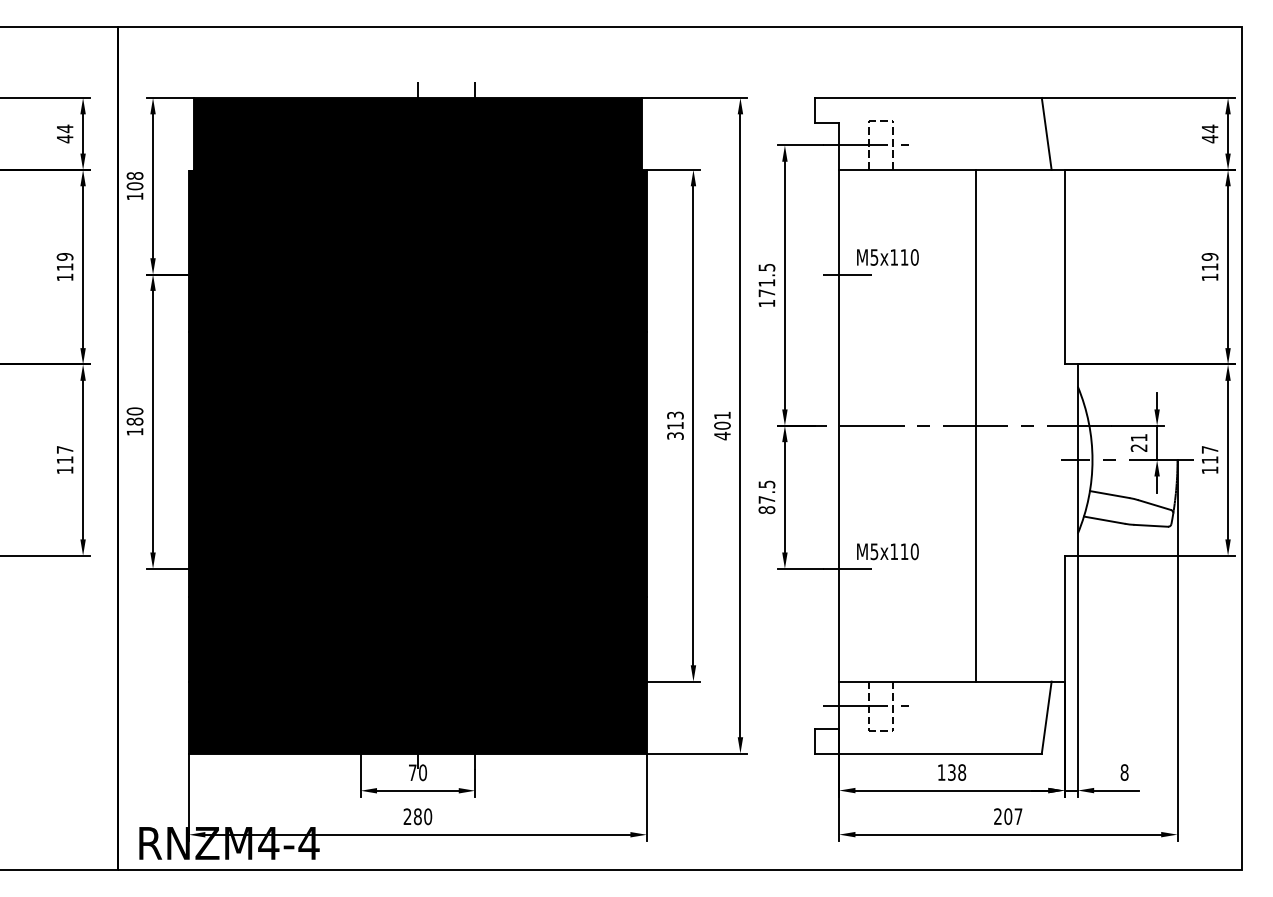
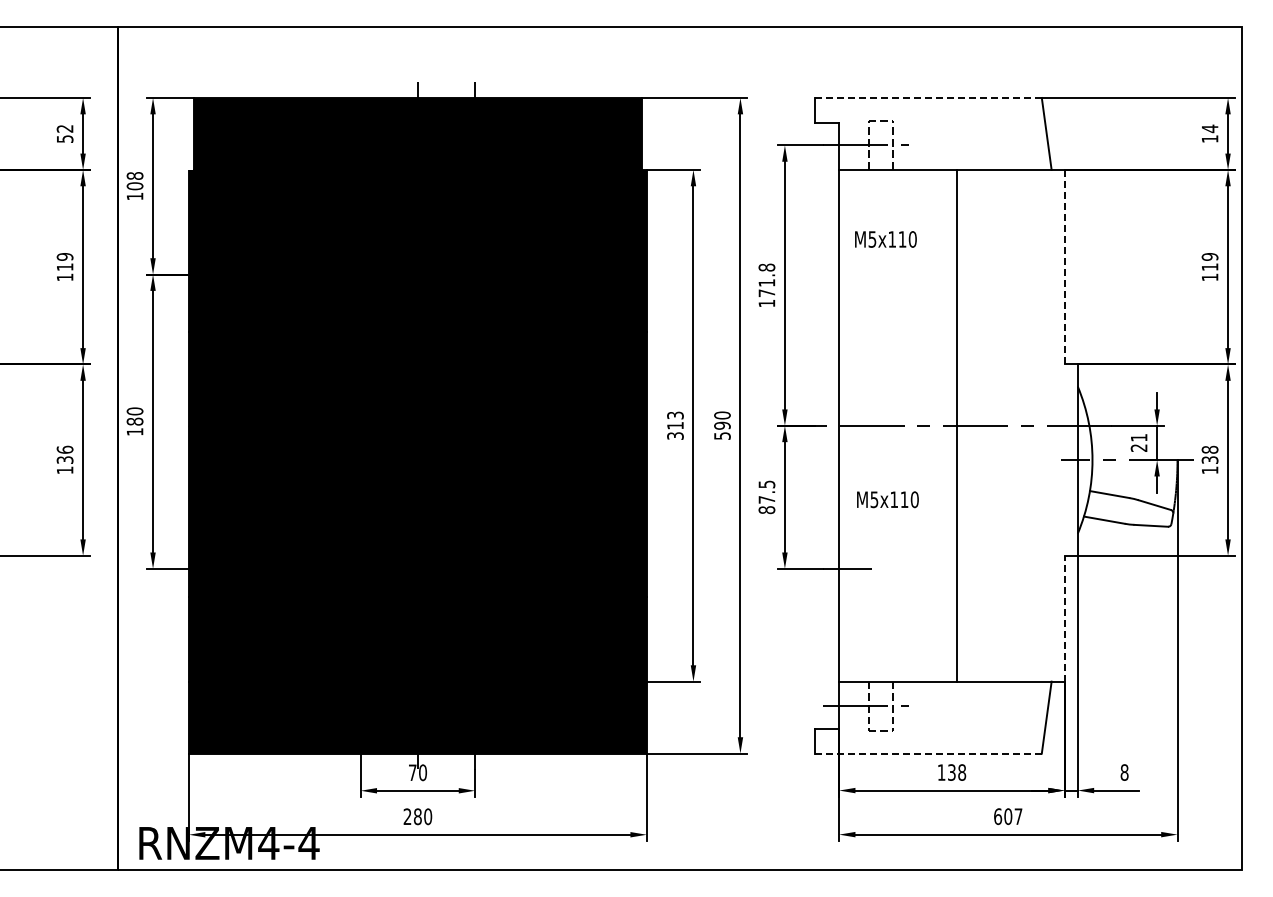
line at (928, 98): solid -> dashed
text at (64, 133): 44 -> 52
text at (1210, 138): 44 -> 14
text at (887, 257) position: (887, 257) -> (885, 239)
line at (1064, 266): solid -> dashed
text at (766, 267): 171.5 -> 171.8
line at (846, 274): present -> none
text at (722, 425): 401 -> 590
line at (976, 425) position: (976, 425) -> (957, 425)
text at (64, 454): 117 -> 136
text at (1209, 454): 117 -> 138
text at (887, 551) position: (887, 551) -> (887, 499)
line at (1064, 618): solid -> dashed
line at (928, 753): solid -> dashed
text at (998, 816): 207 -> 607
